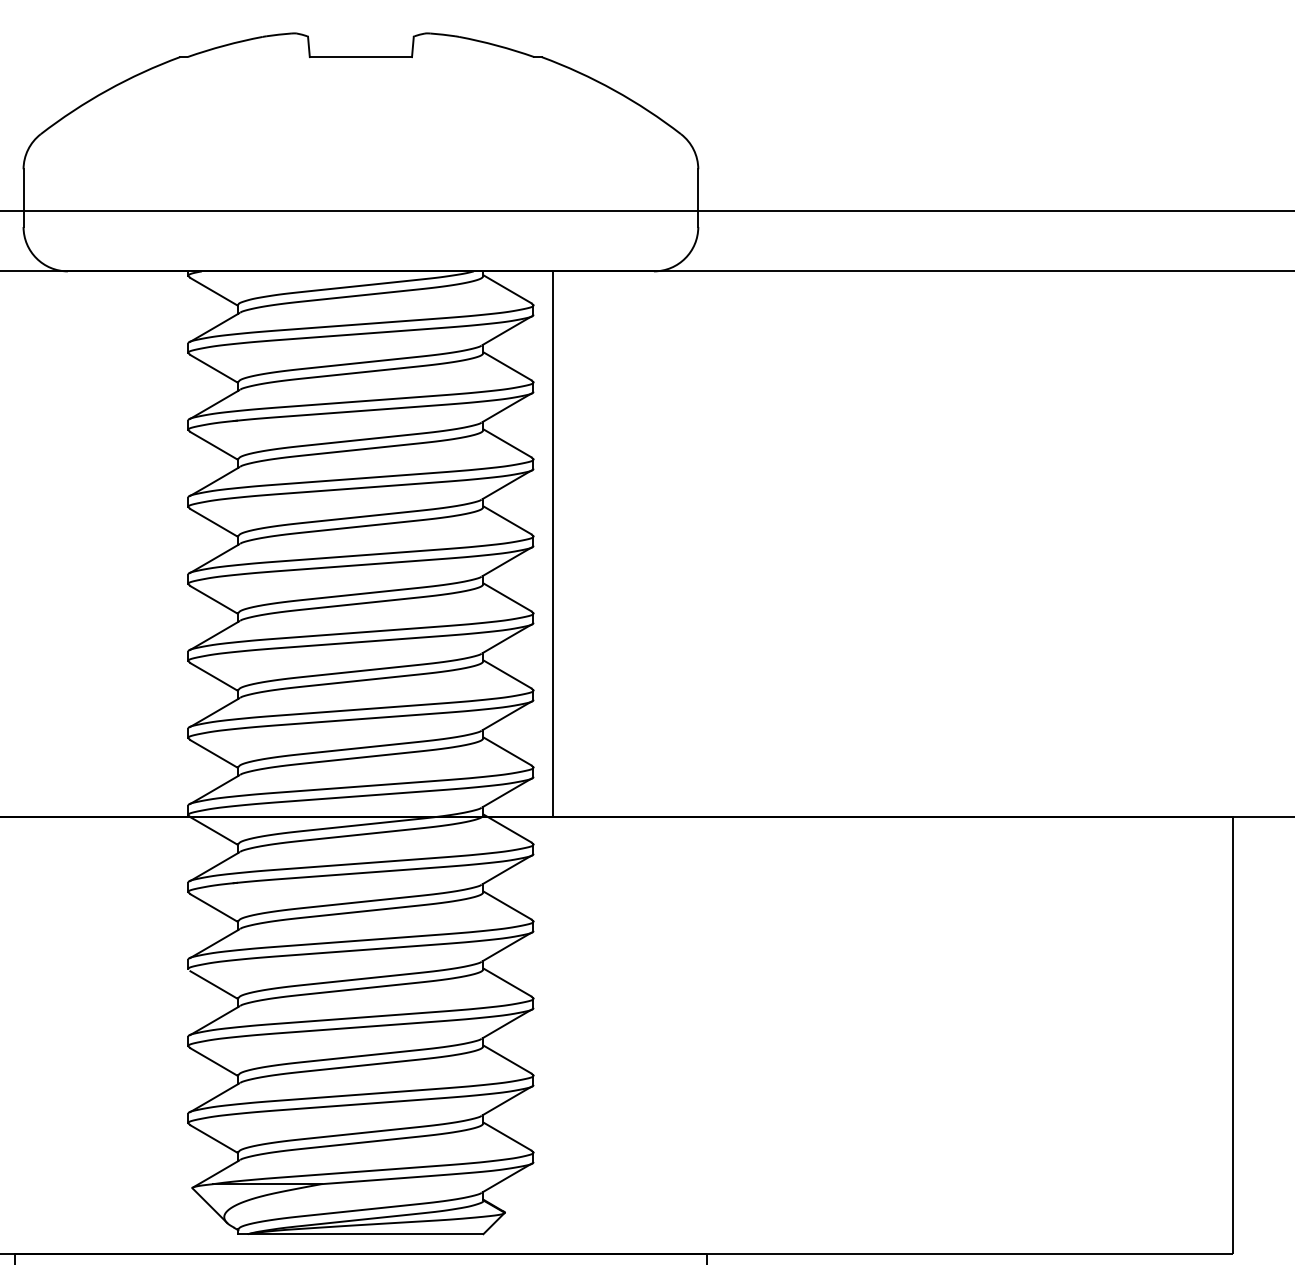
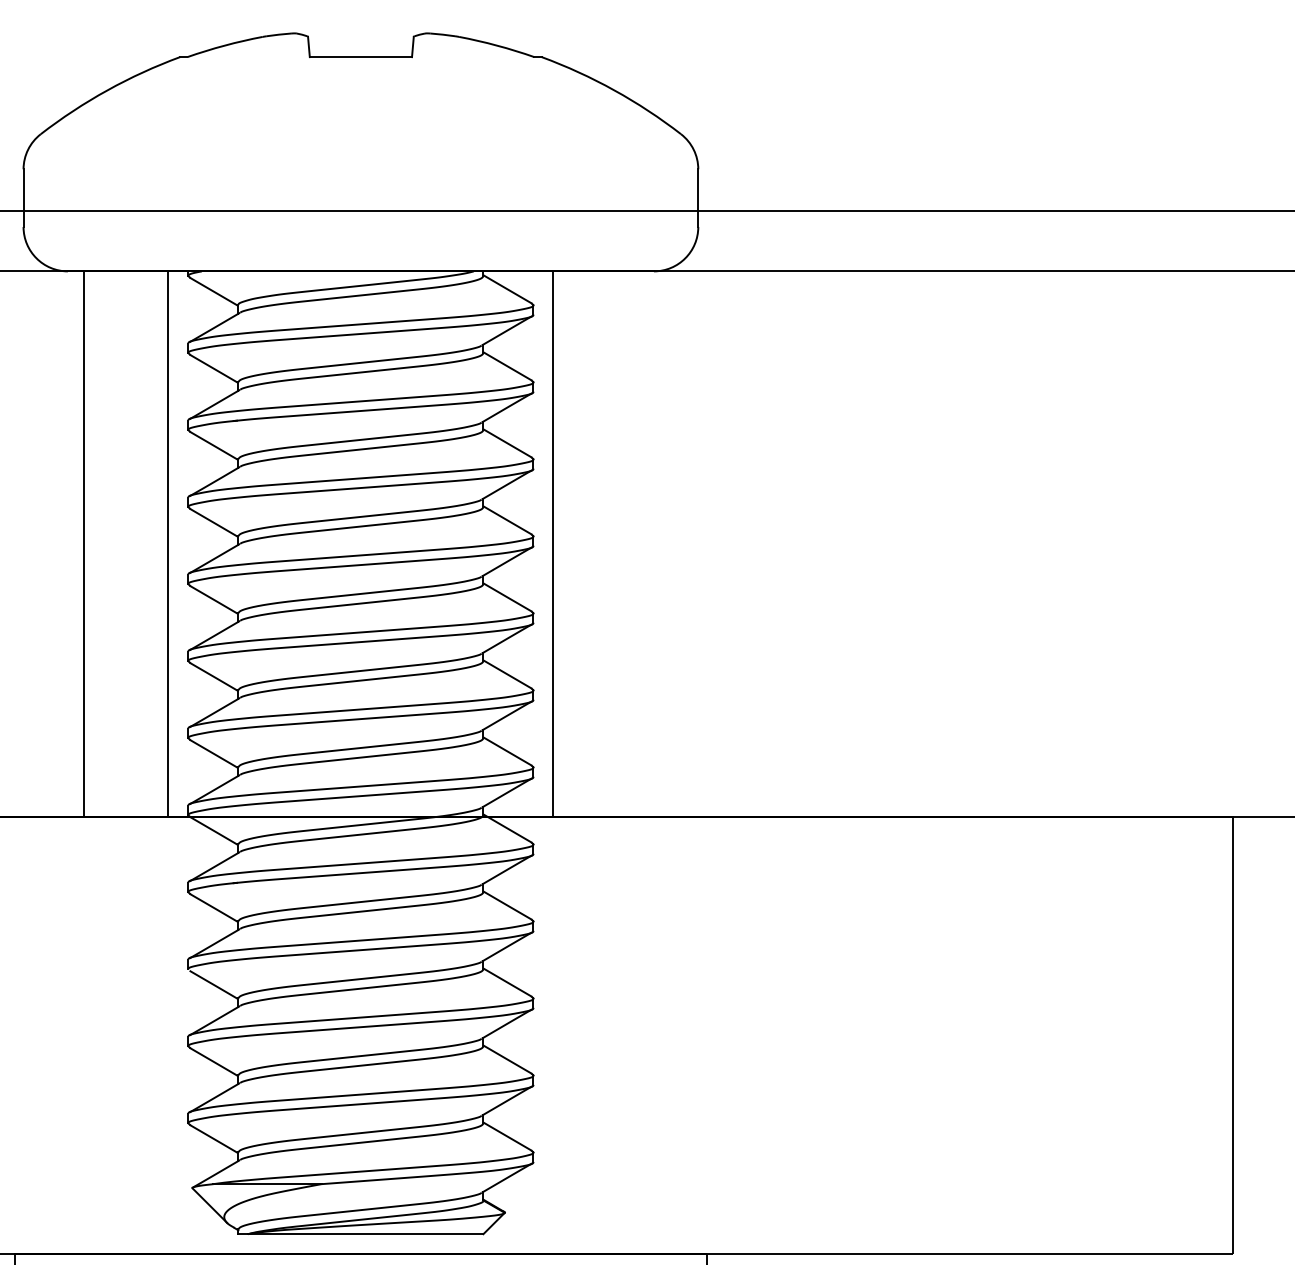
line at (83, 544): none -> present
line at (168, 544): none -> present
